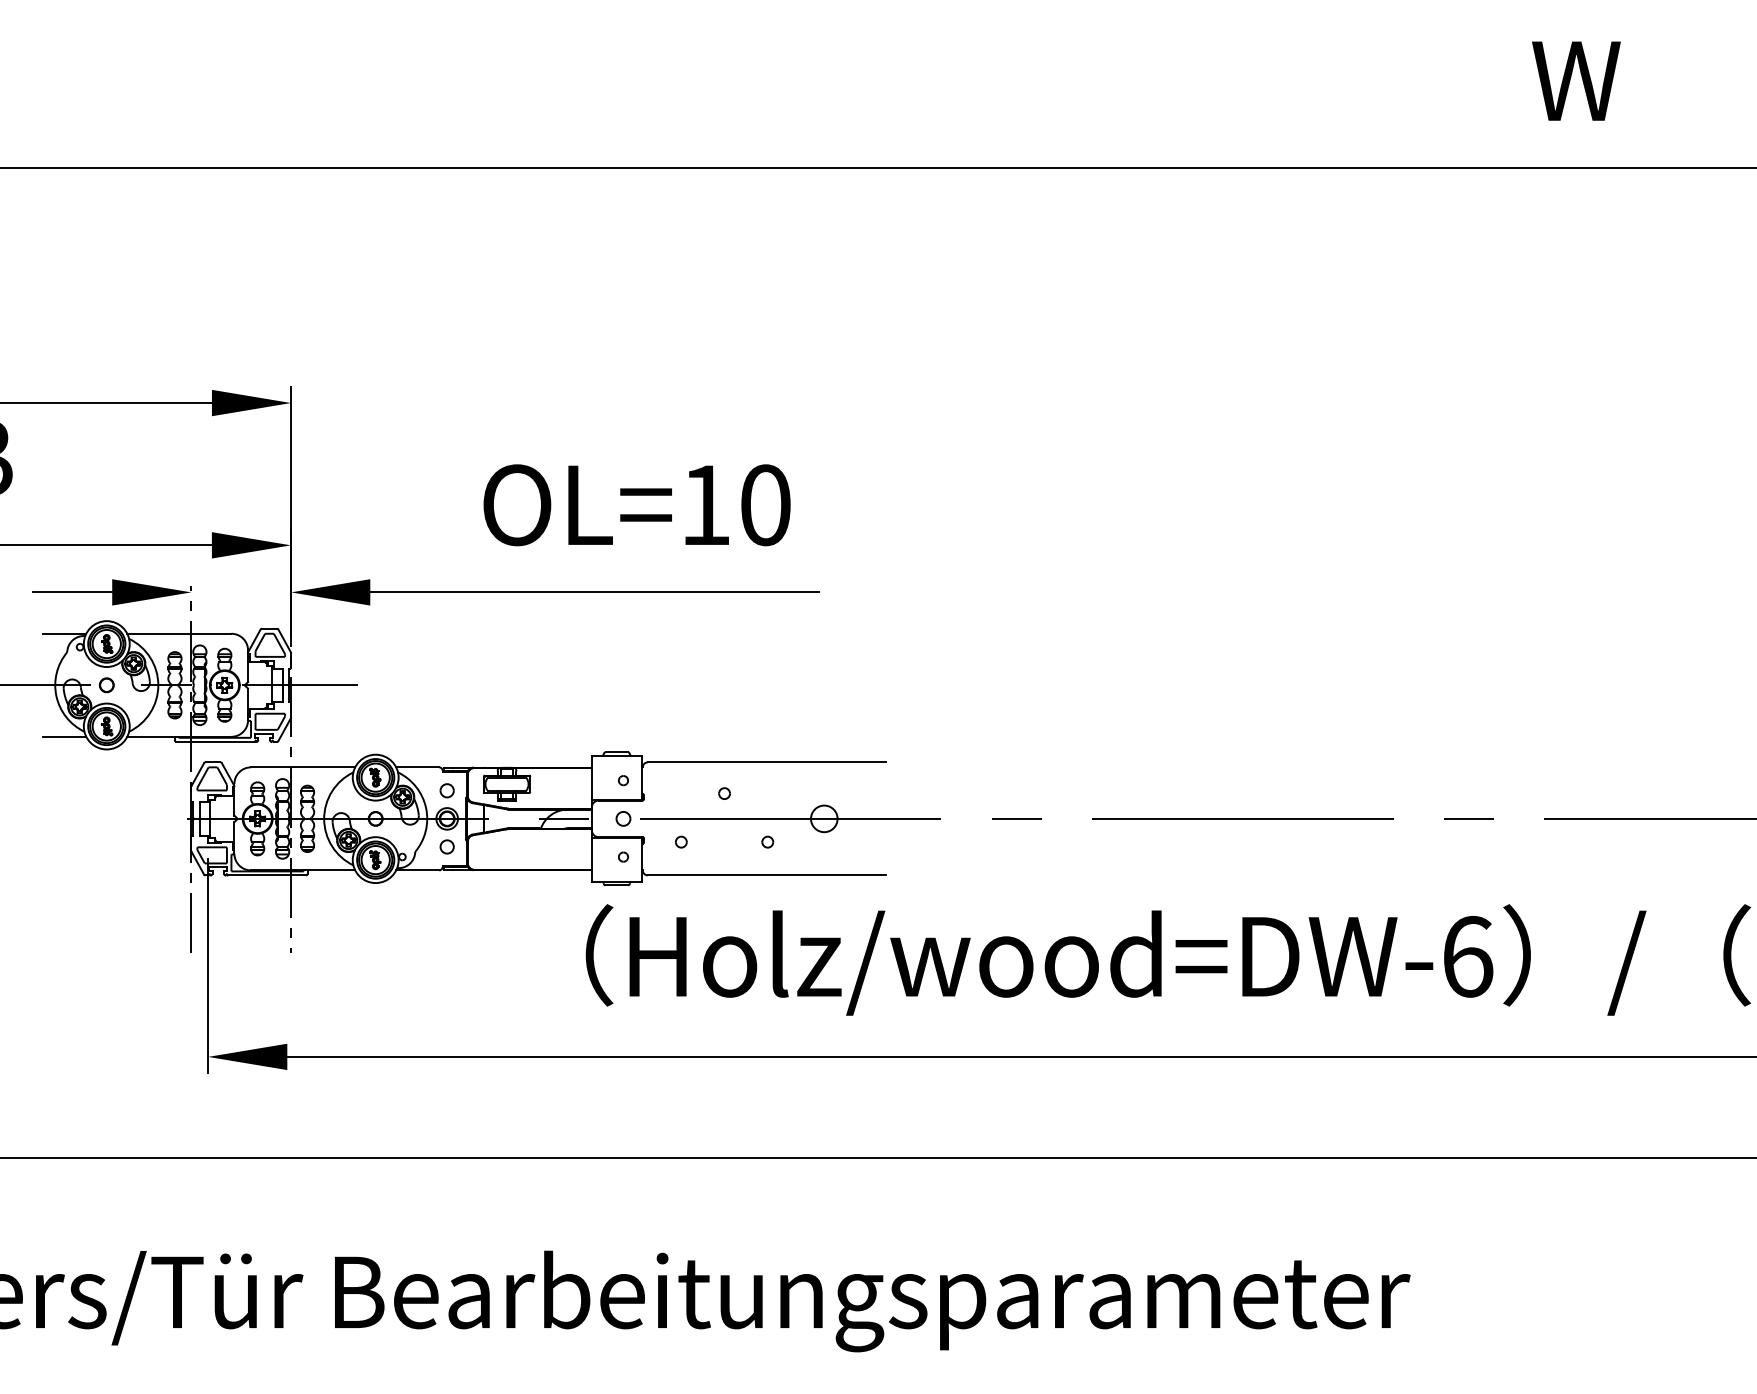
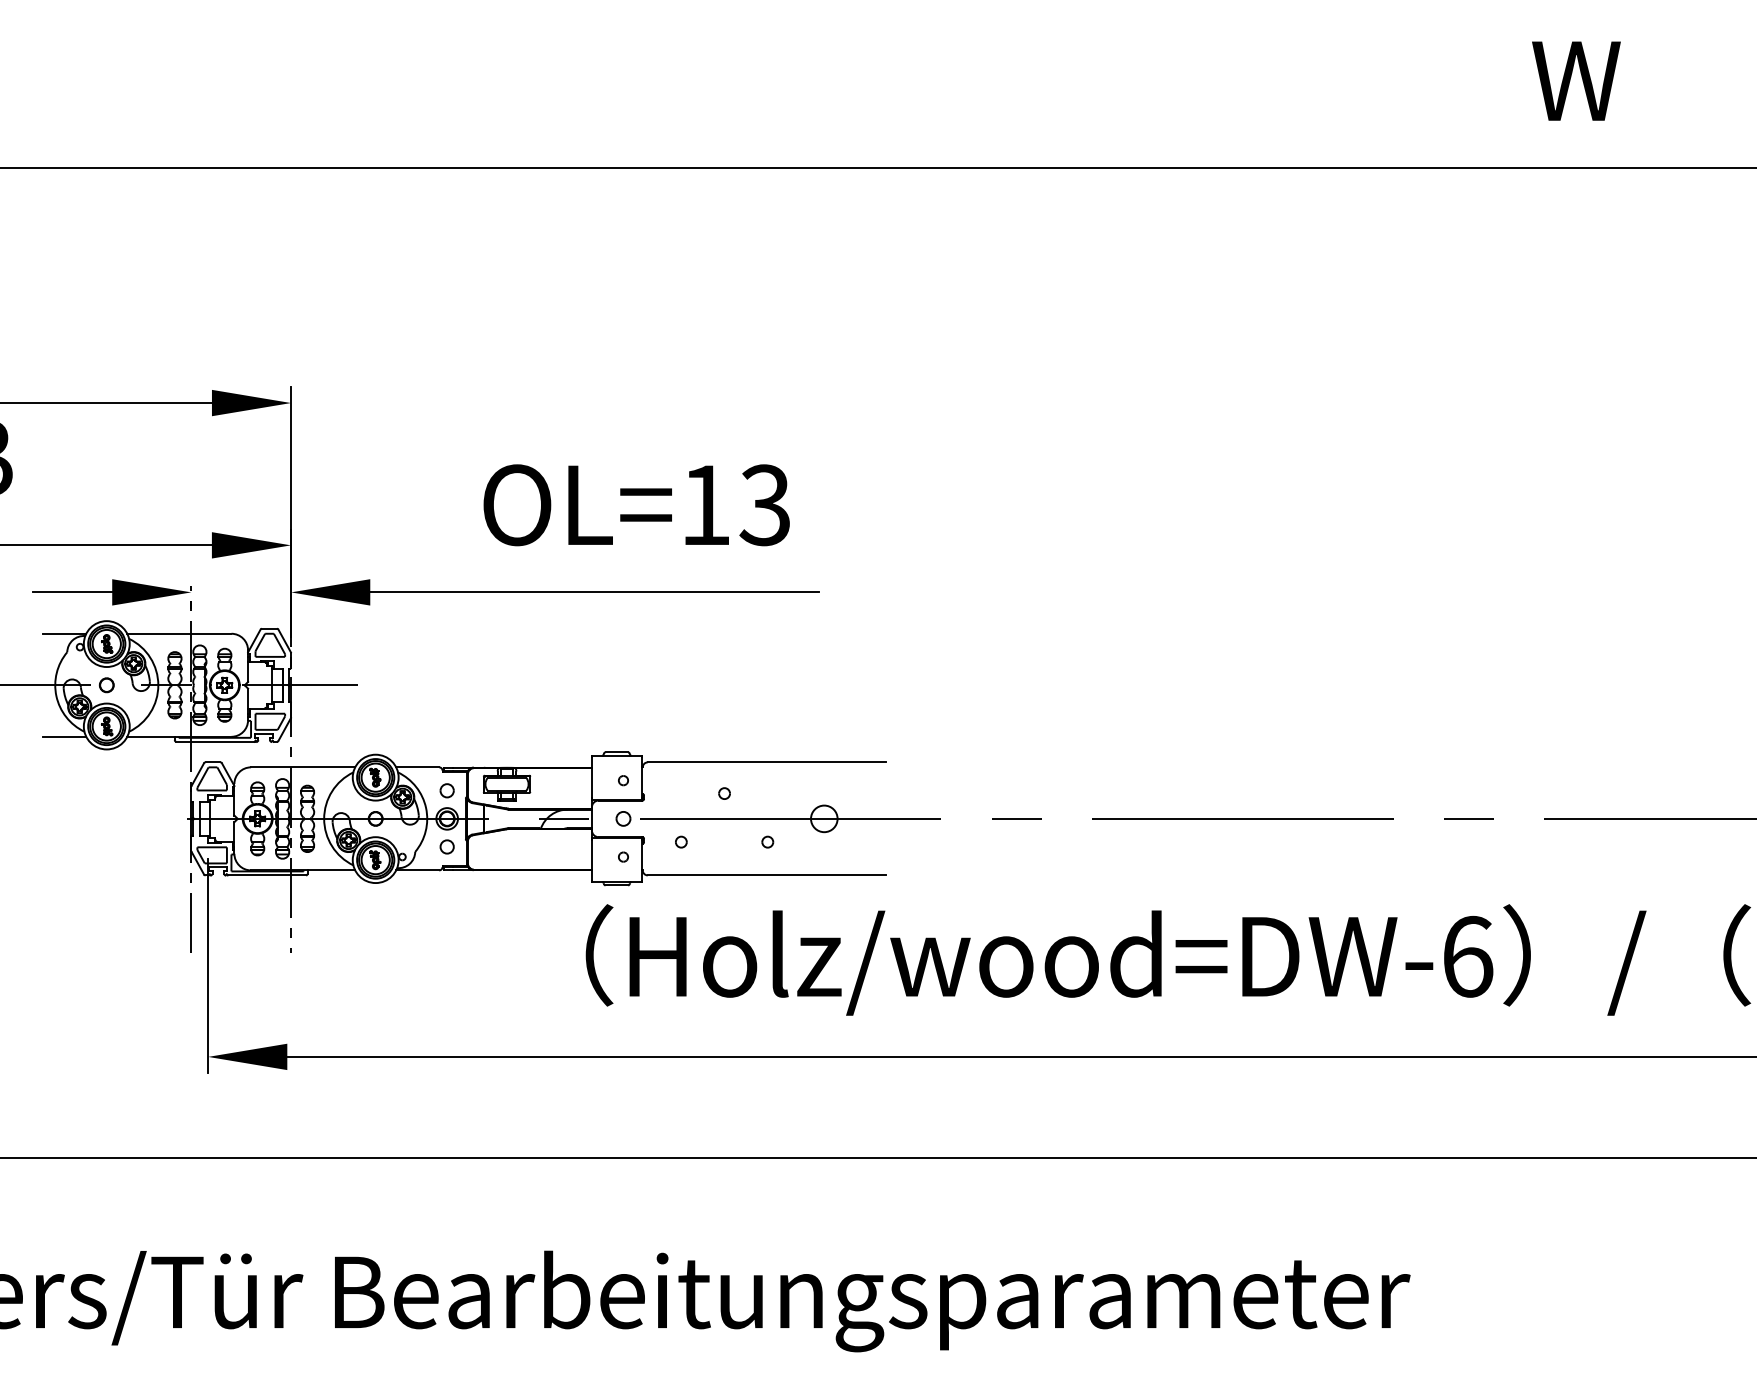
text at (764, 505): OL=10 -> OL=13
